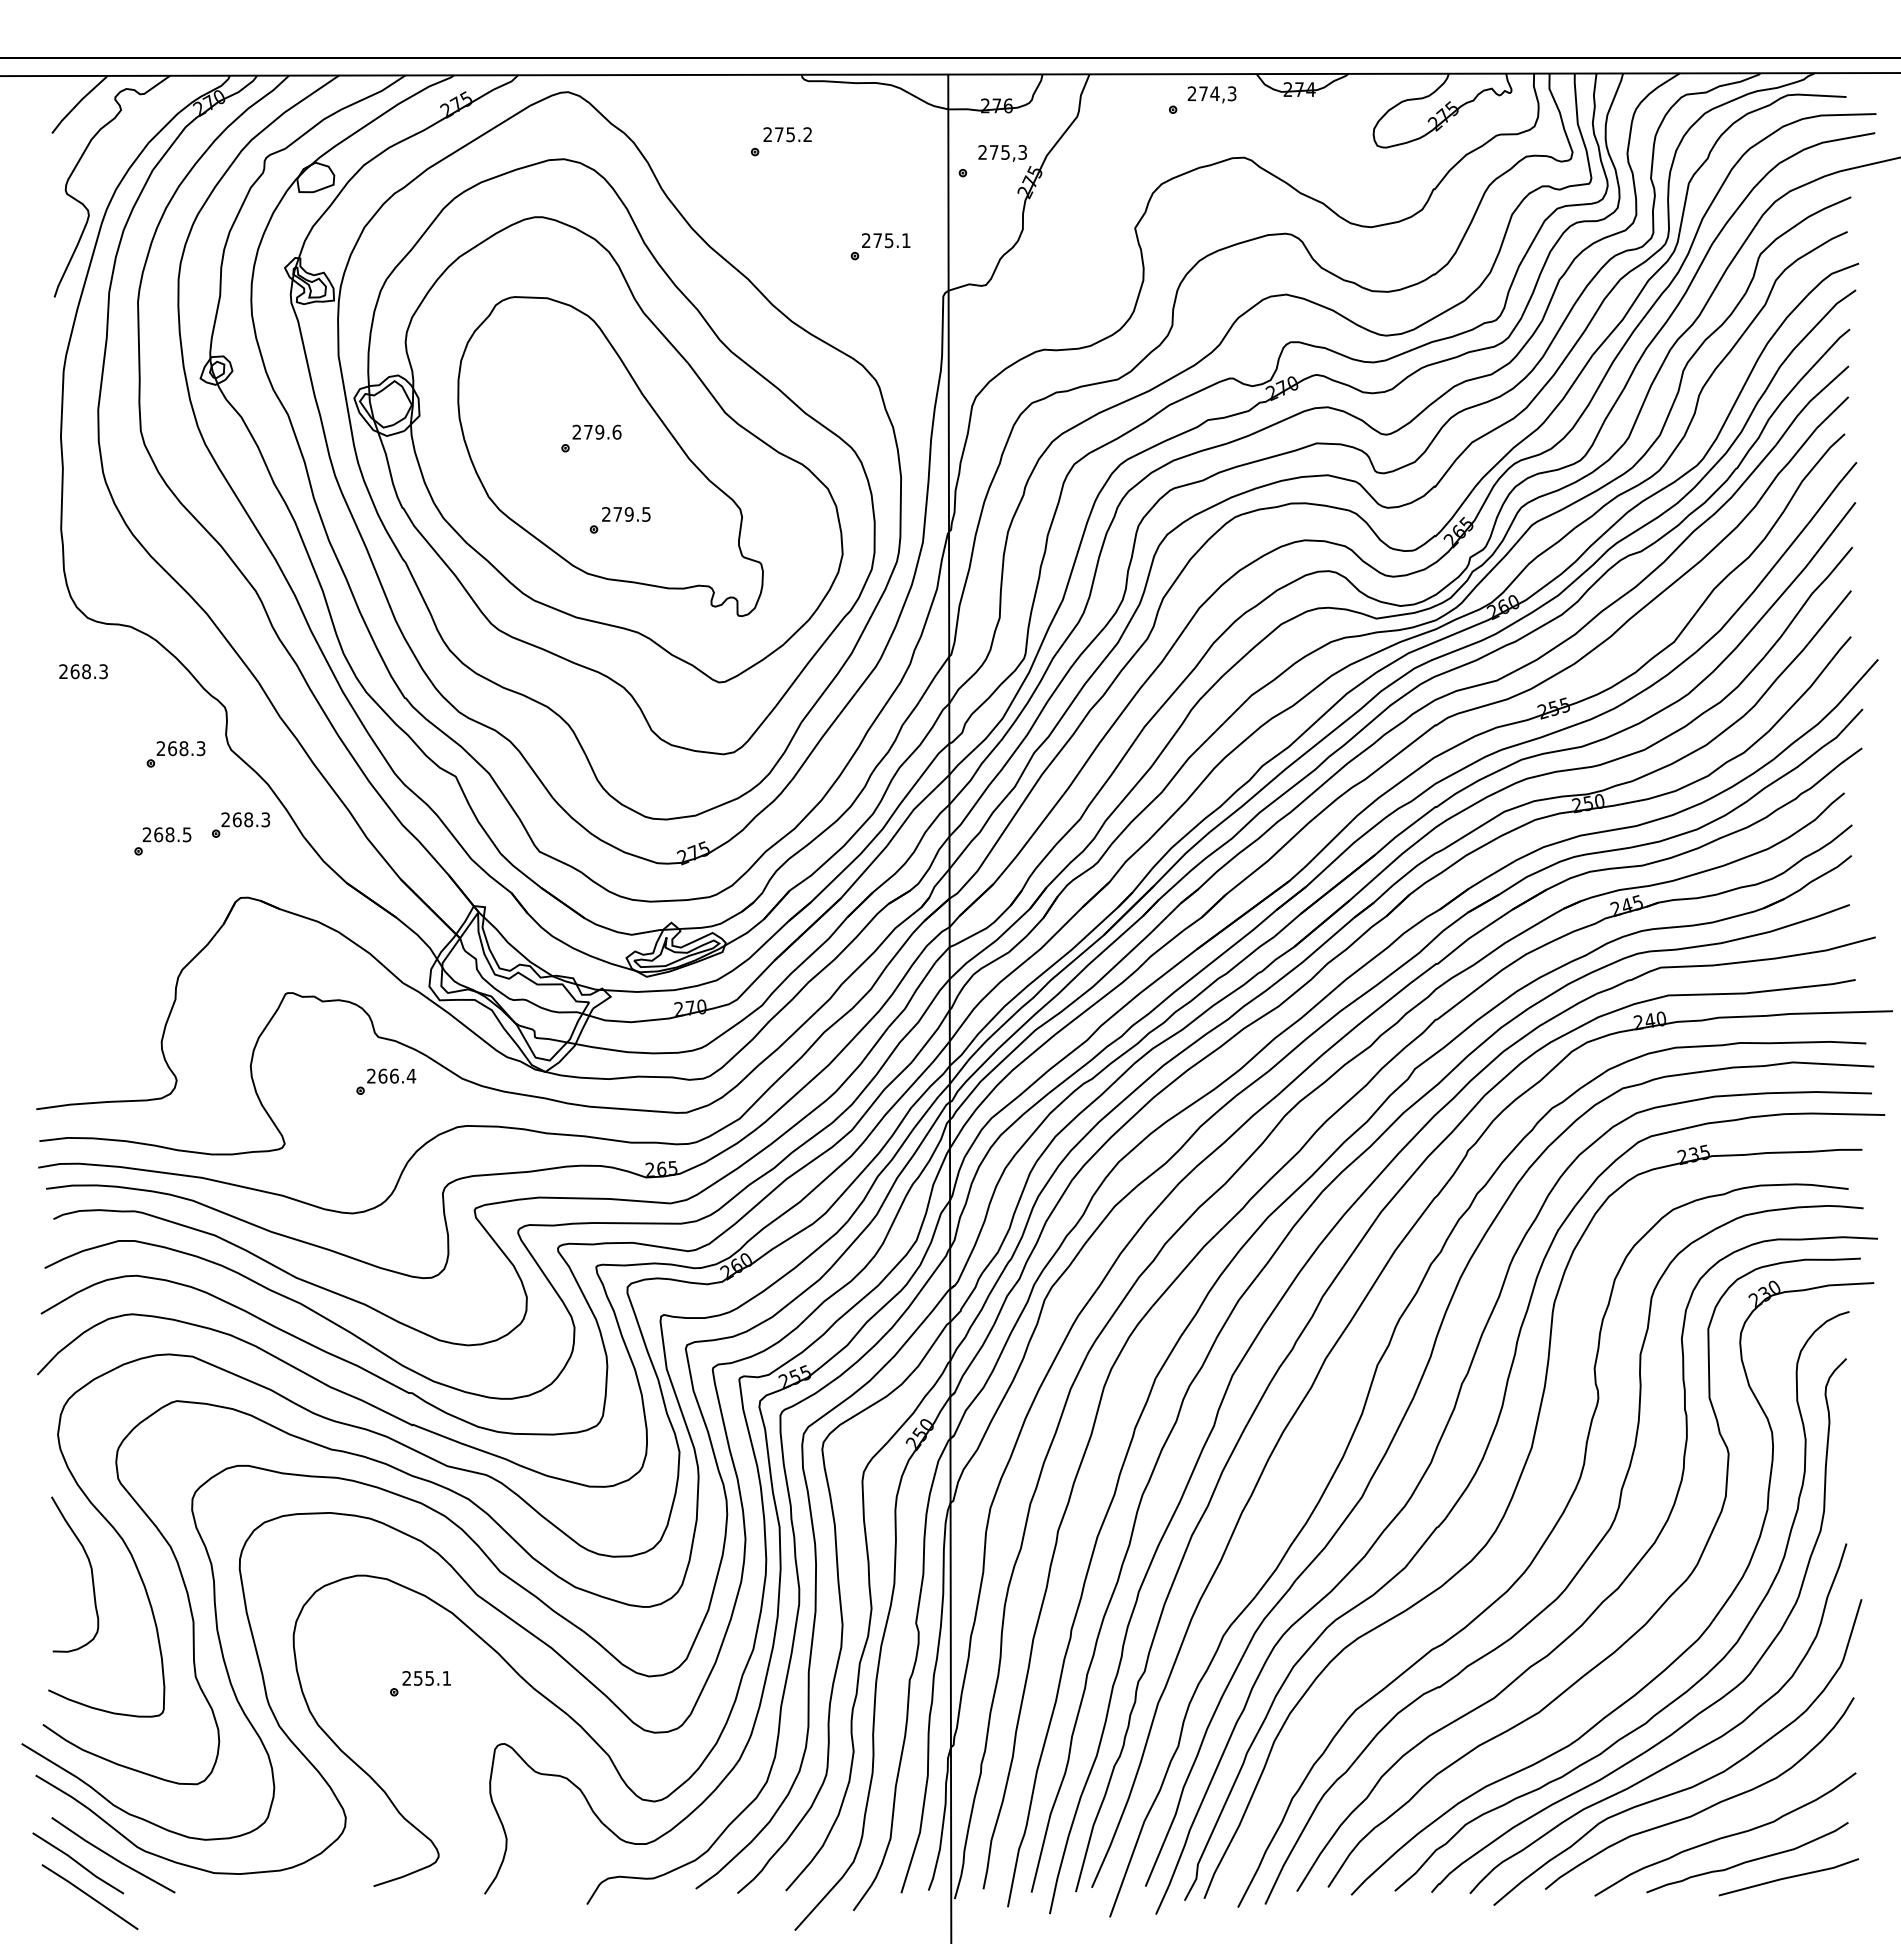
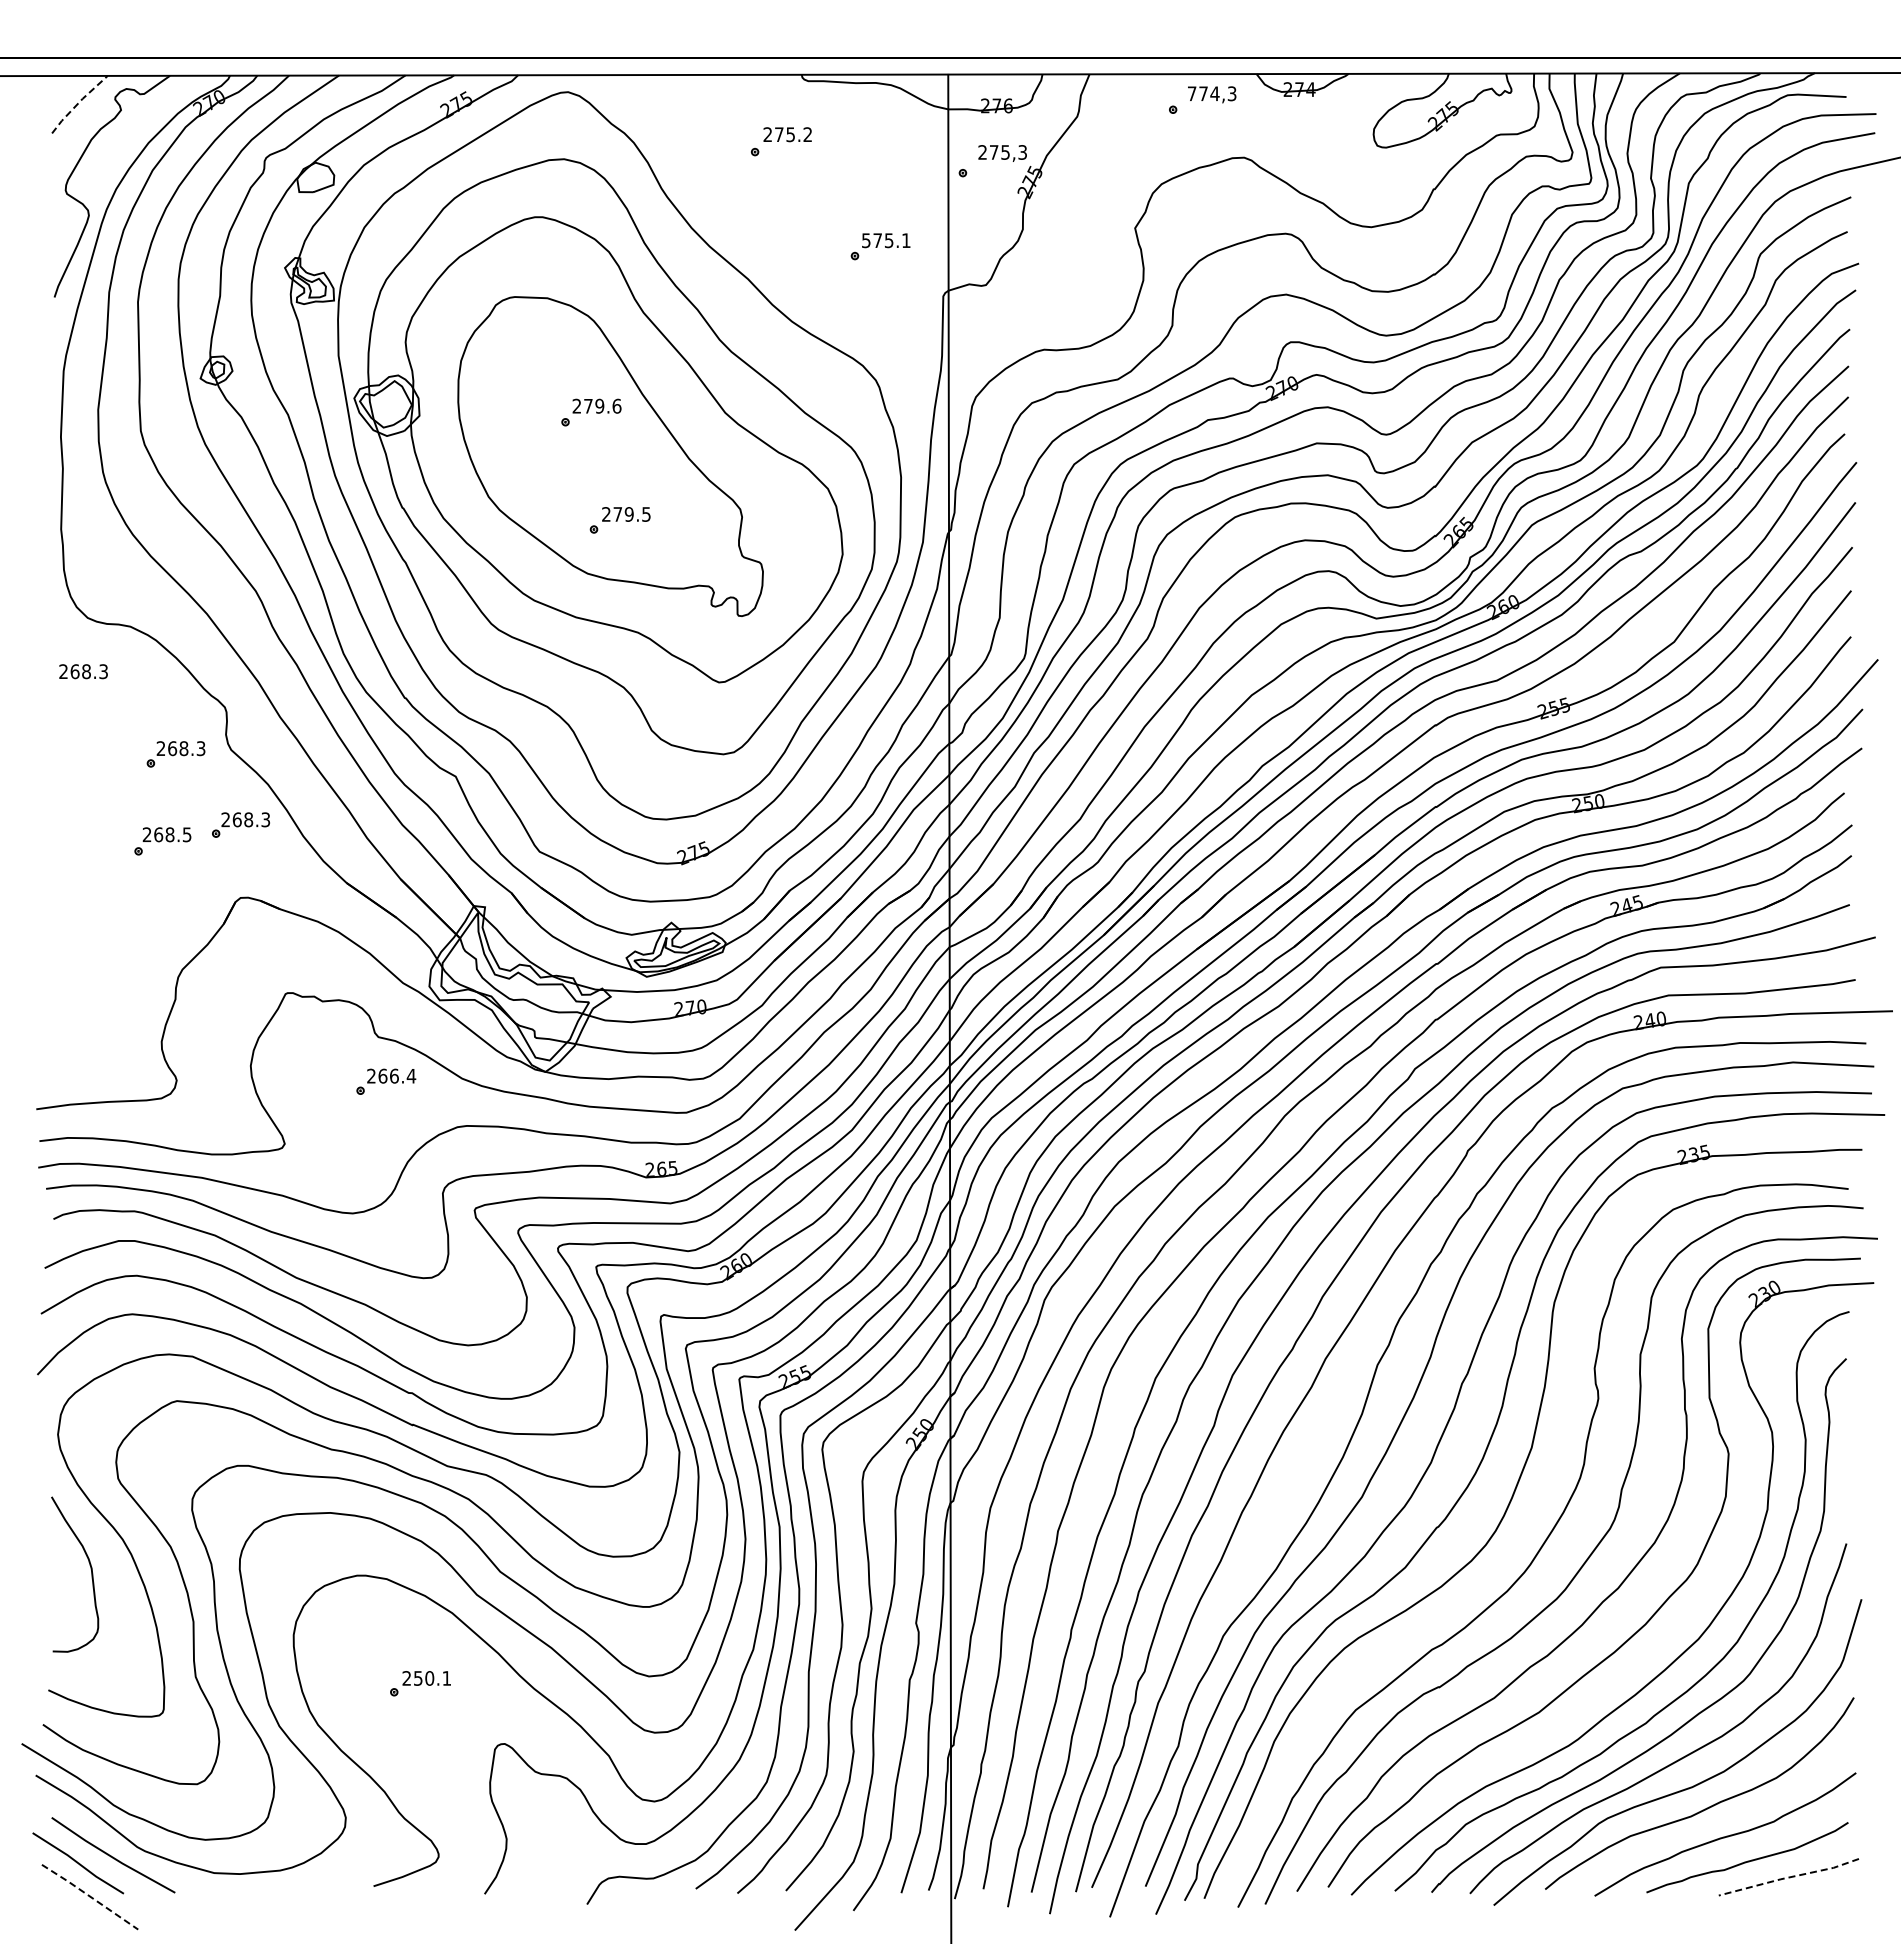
text at (1191, 93): 274,3 -> 774,3
line at (78, 103): solid -> dashed
text at (866, 240): 275.1 -> 575.1
part at (591, 438) position: (591, 438) -> (591, 412)
text at (429, 1678): 255.1 -> 250.1
line at (1788, 1877): solid -> dashed
line at (89, 1896): solid -> dashed
